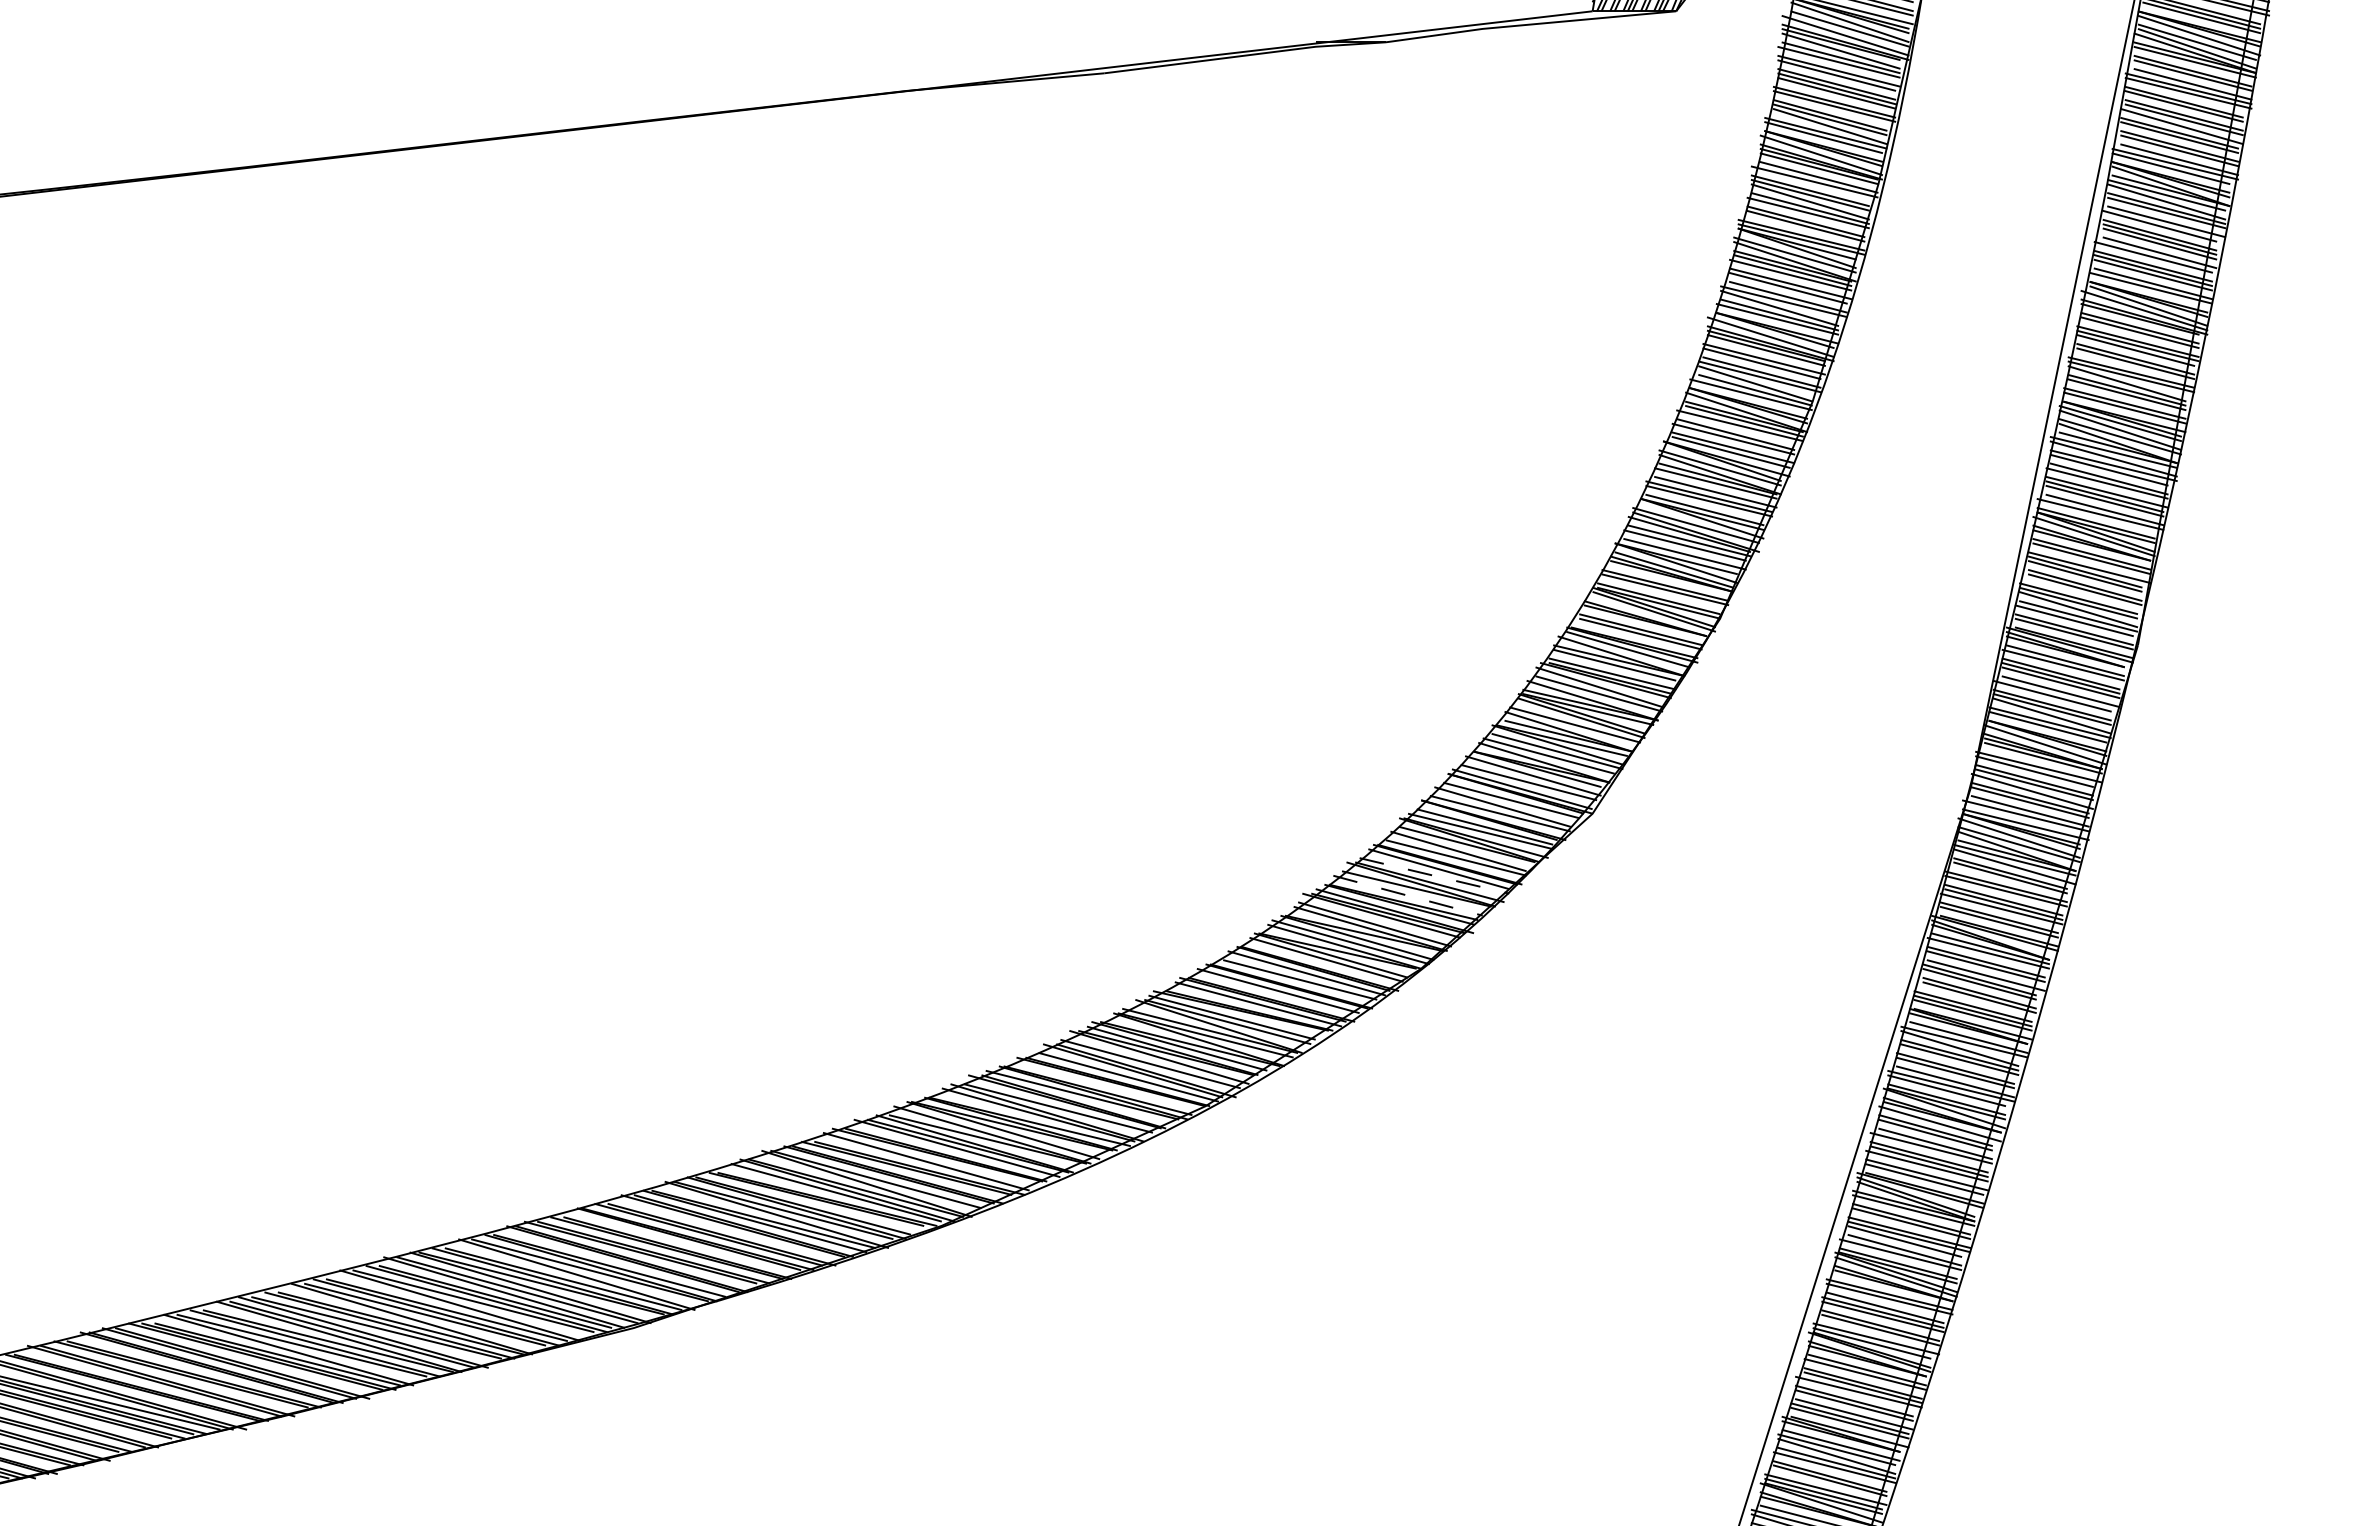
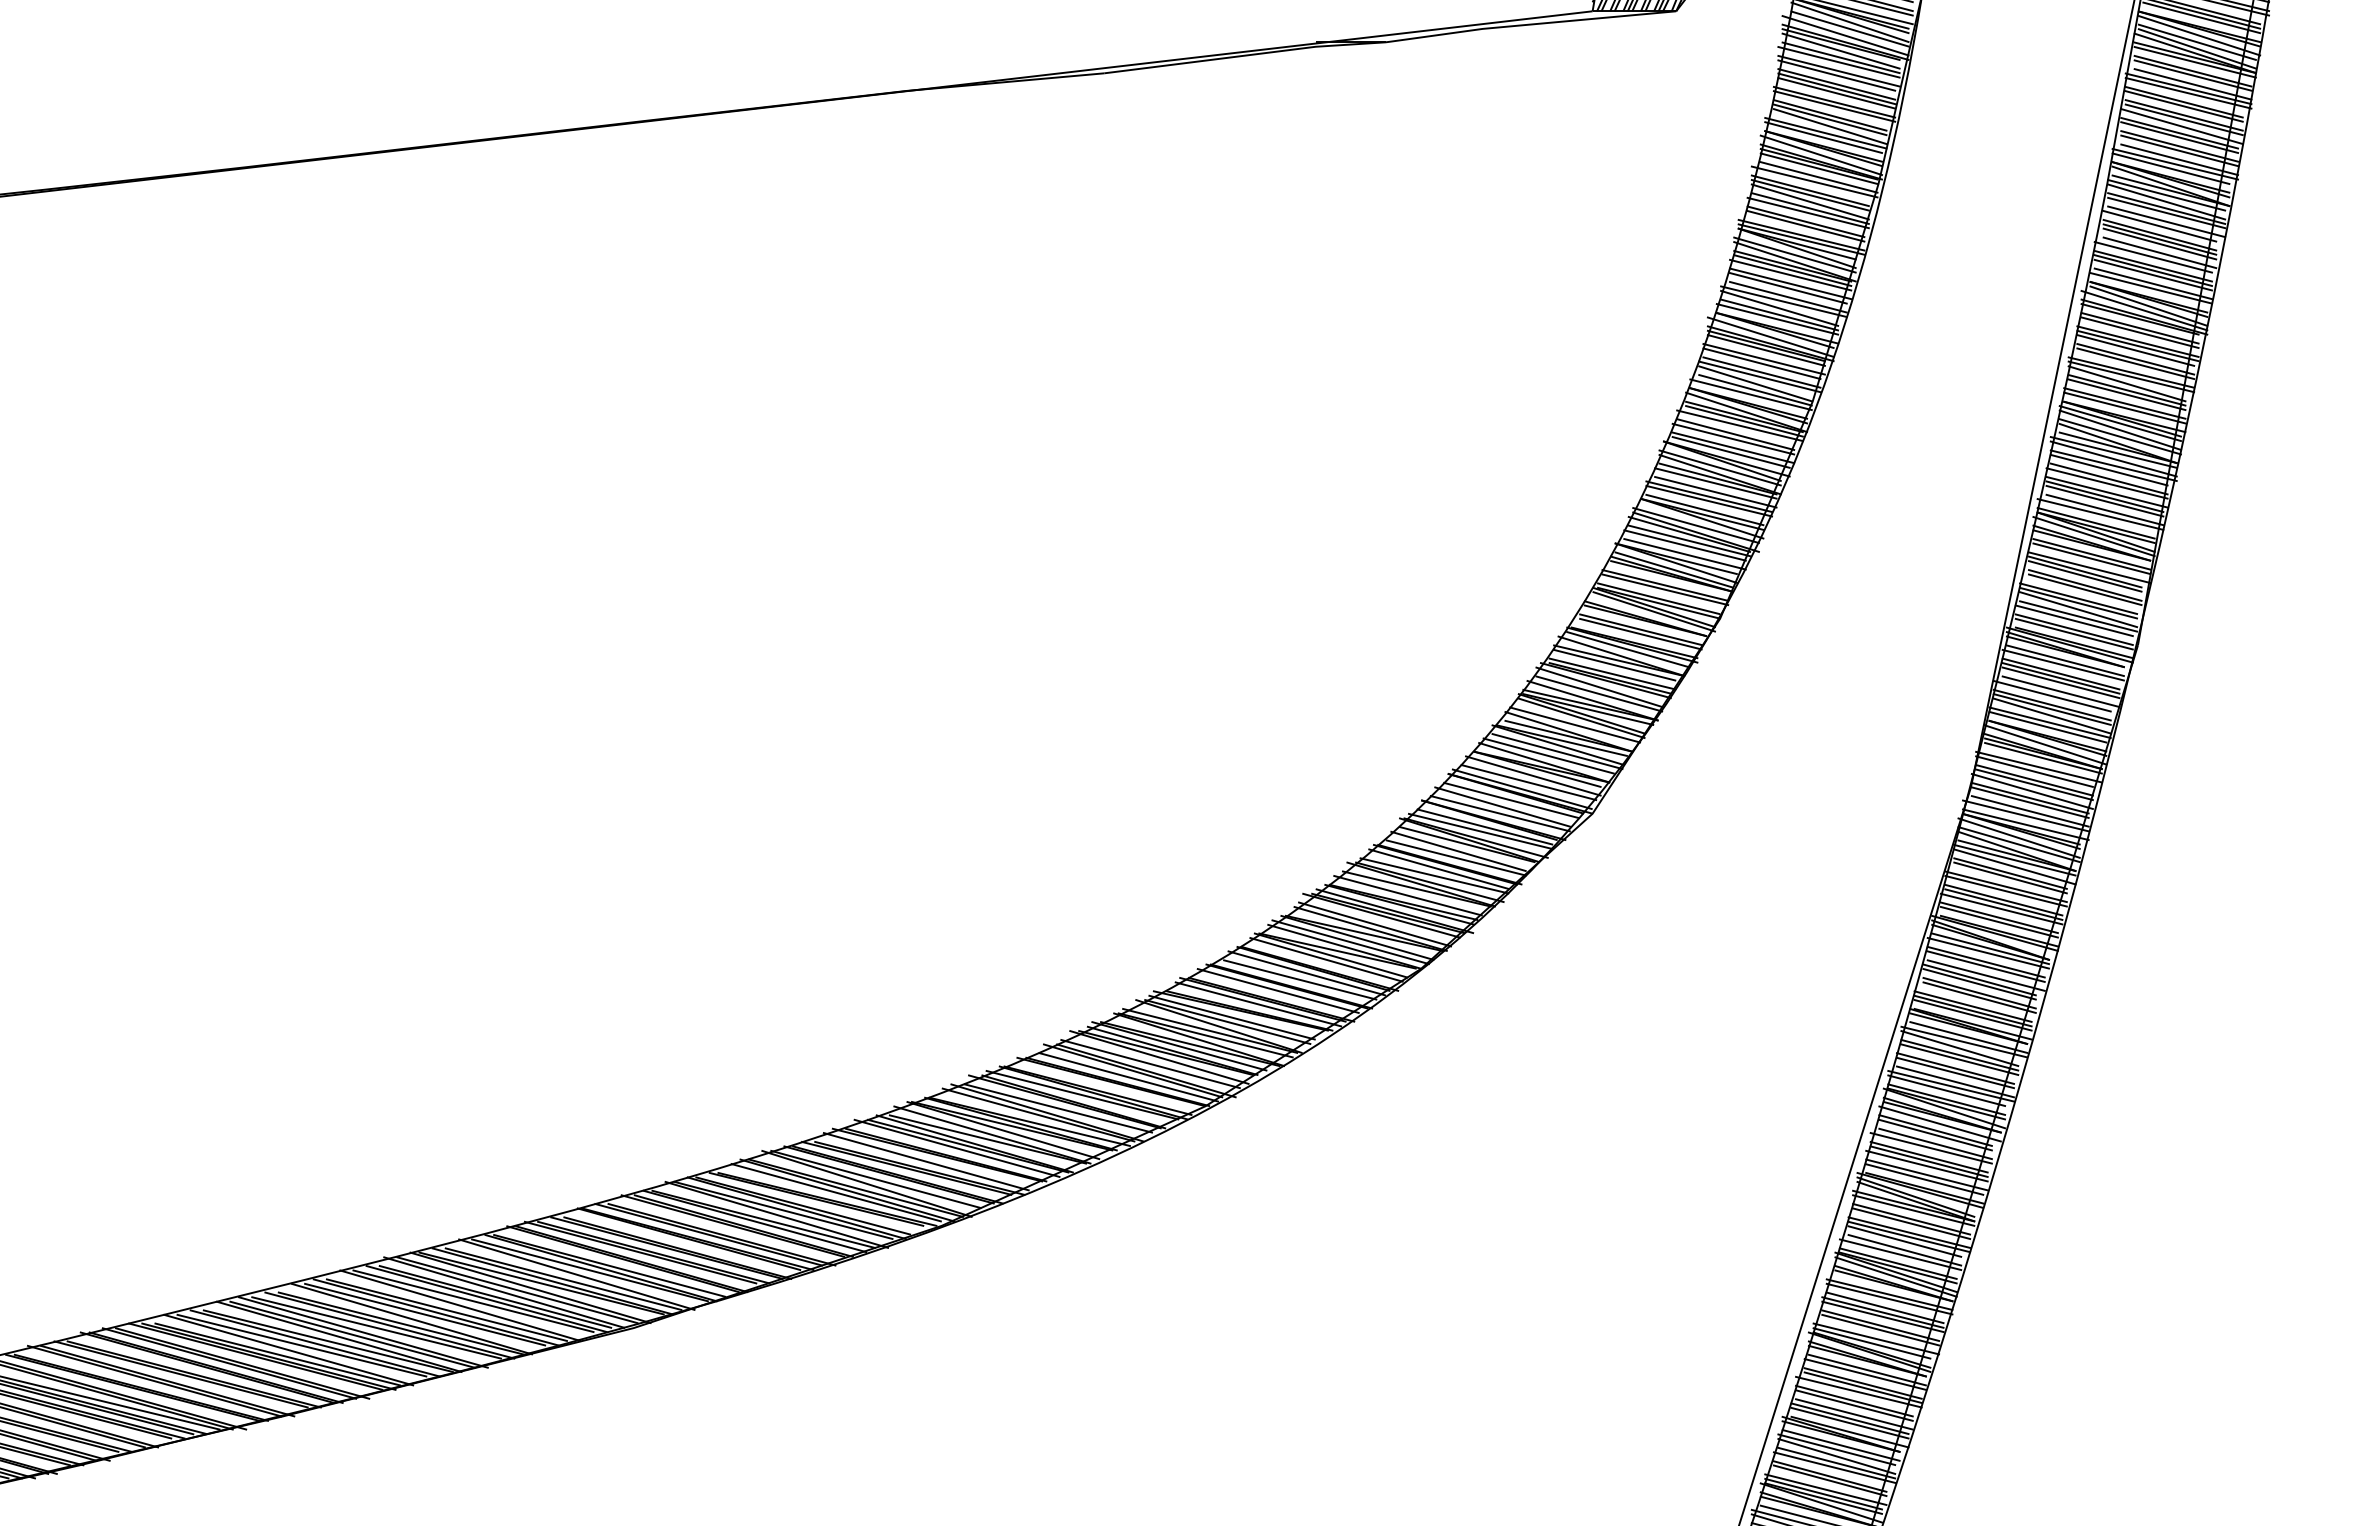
line at (1434, 875): dashed -> solid
line at (1408, 895): dashed -> solid
